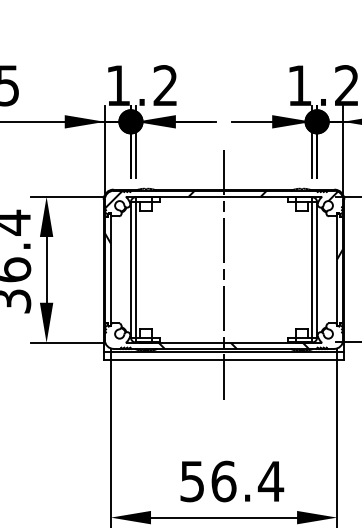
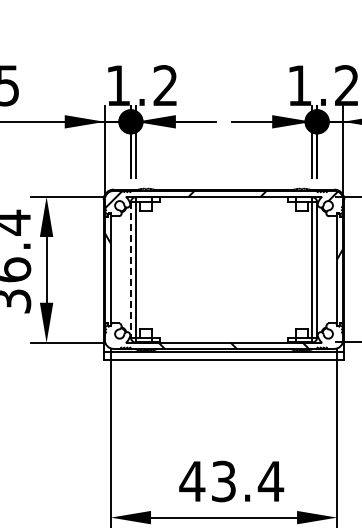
line at (130, 269): solid -> dashed
line at (224, 274): present -> none
text at (207, 481): 56.4 -> 43.4
